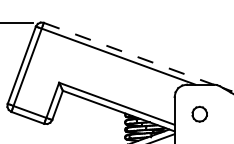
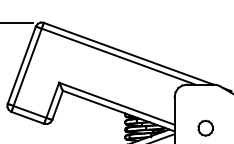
line at (129, 53): dashed -> solid
part at (199, 113) position: (199, 113) -> (205, 127)
